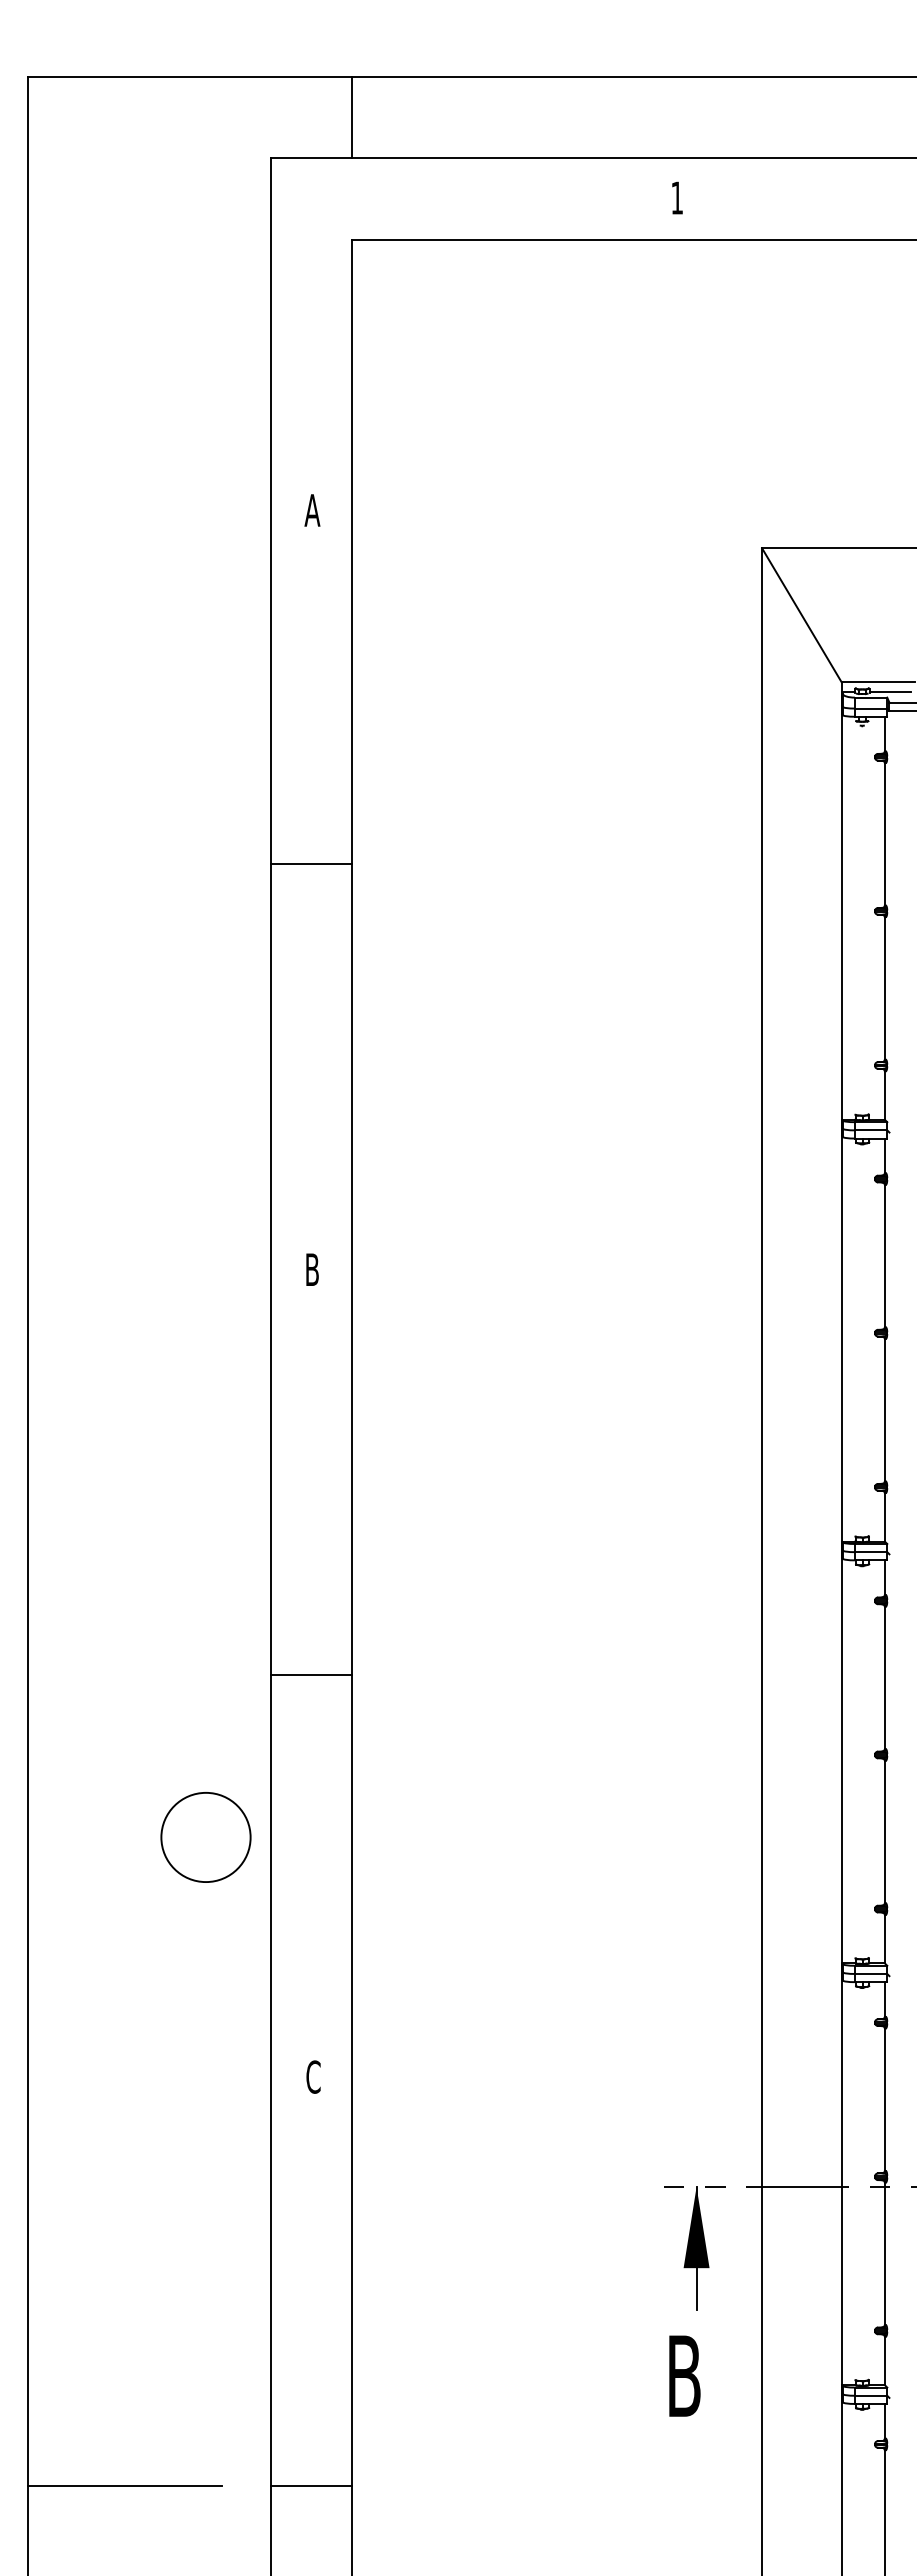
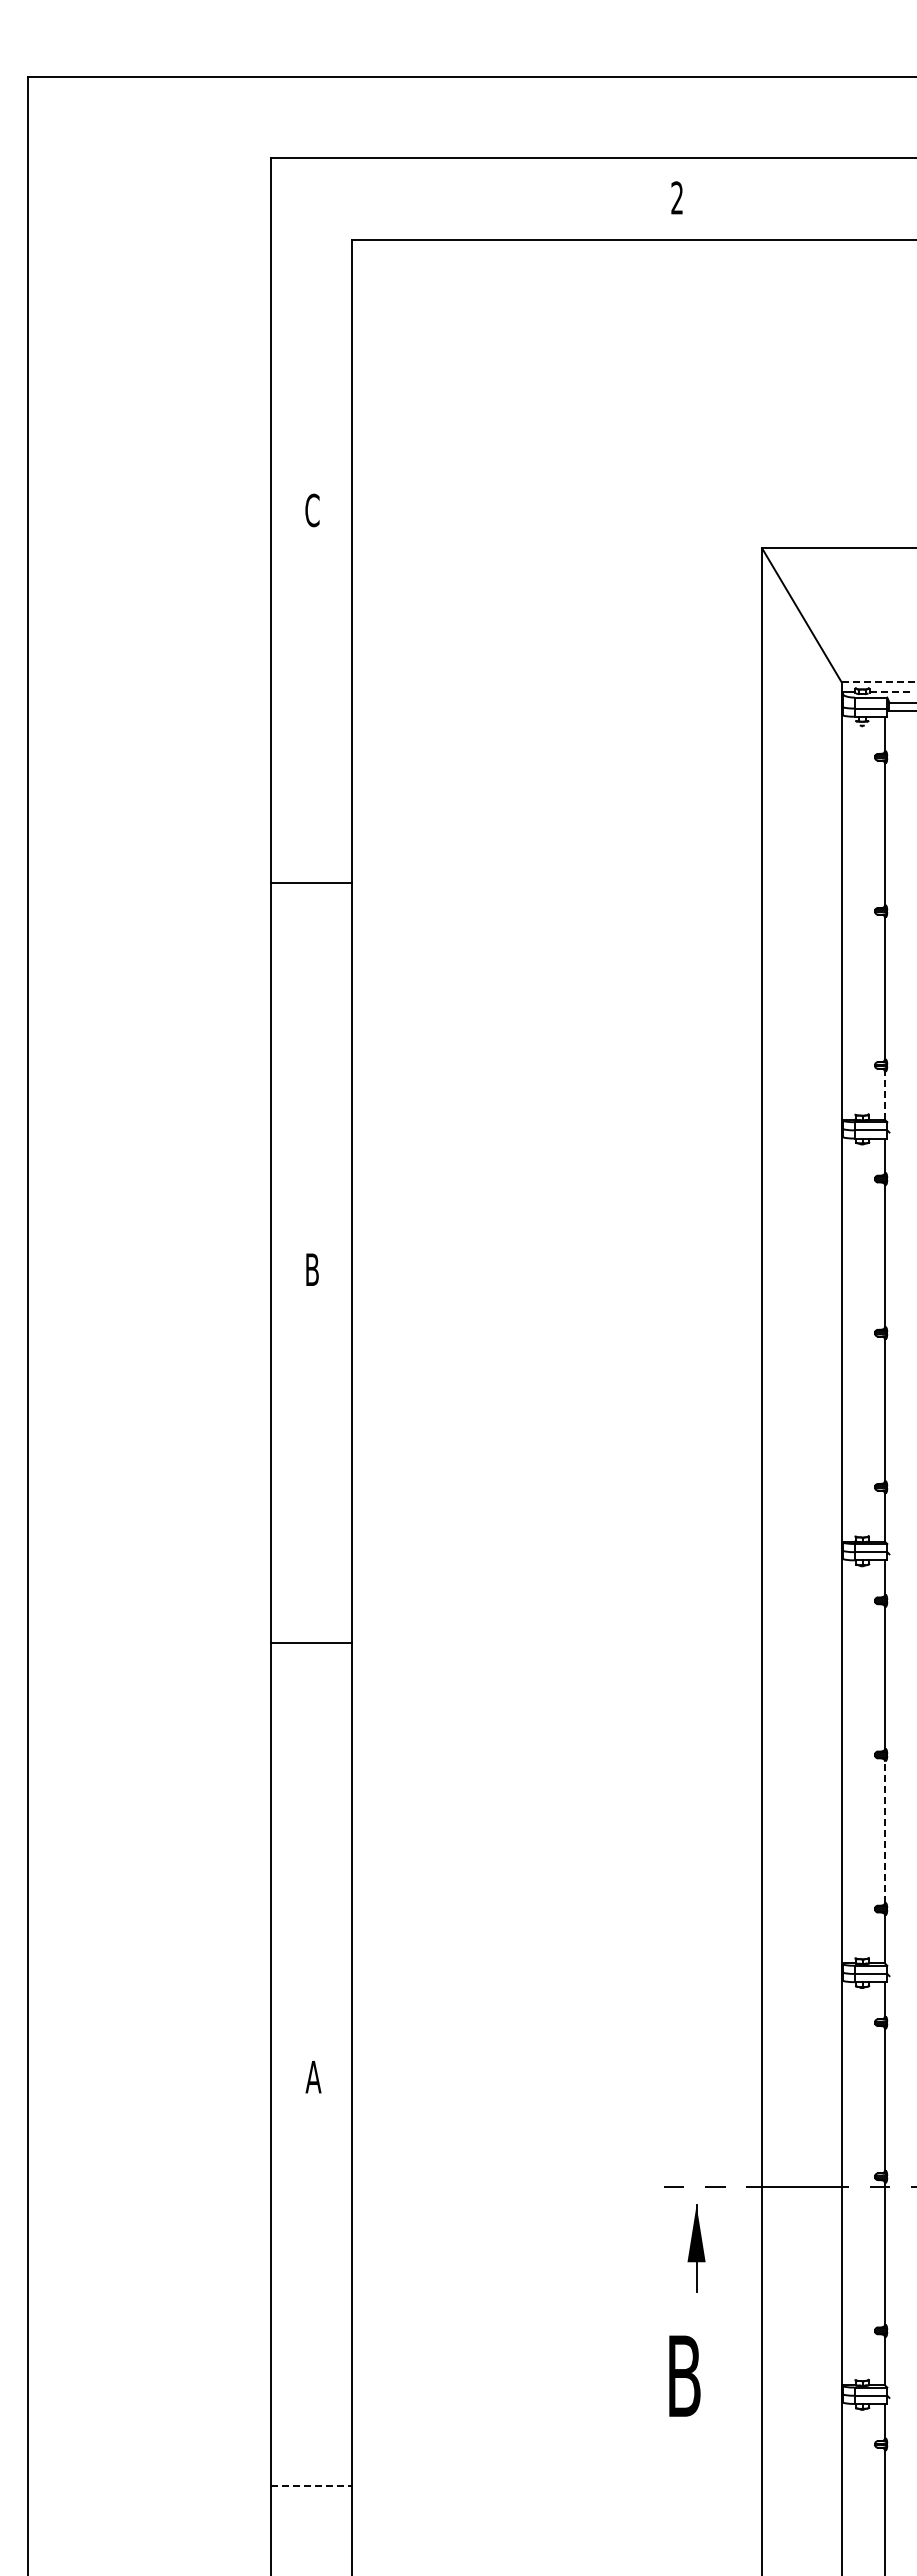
line at (352, 117): present -> none
text at (676, 197): 1 -> 2
text at (312, 510): A -> C
line at (878, 682): solid -> dashed
line at (890, 692): solid -> dashed
line at (311, 864) position: (311, 864) -> (311, 883)
line at (884, 1095): solid -> dashed
line at (311, 1675) position: (311, 1675) -> (311, 1643)
line at (884, 1831): solid -> dashed
circle at (205, 1837): present -> none
text at (313, 2076): C -> A
part at (696, 2248) size: 27x125 px -> 19x89 px
line at (124, 2486): present -> none
line at (311, 2486): solid -> dashed
